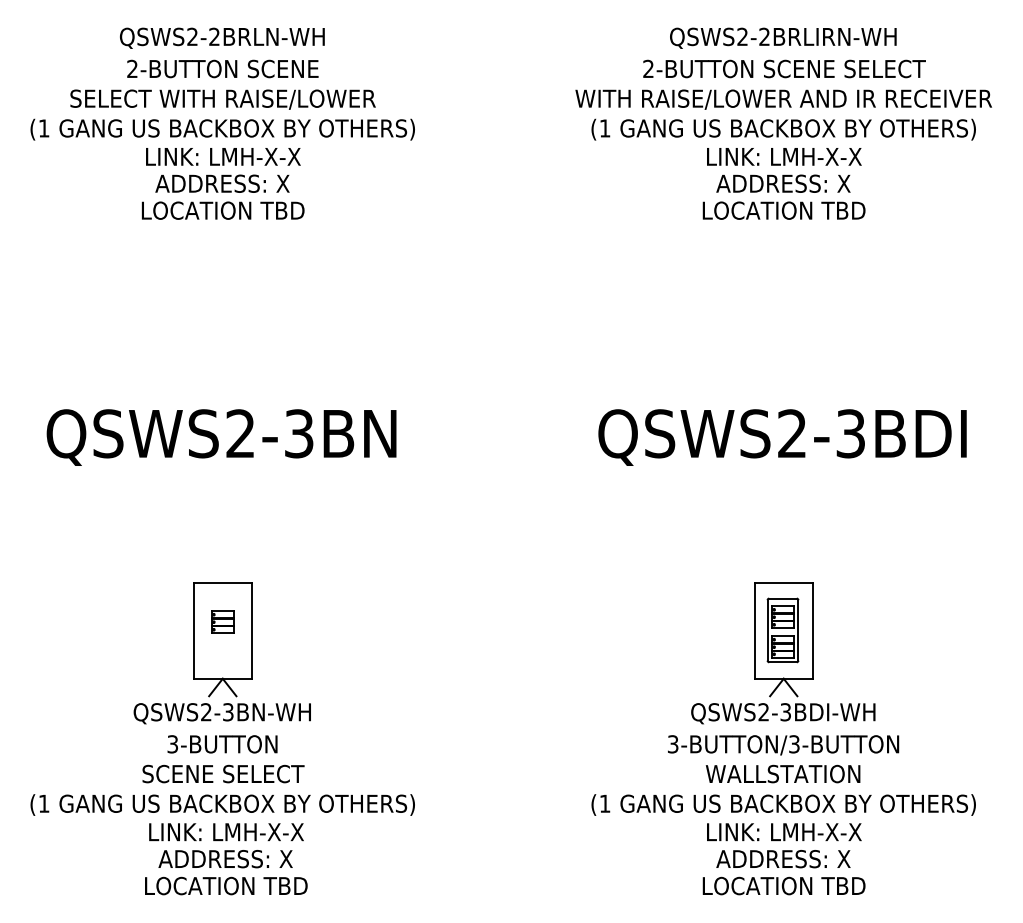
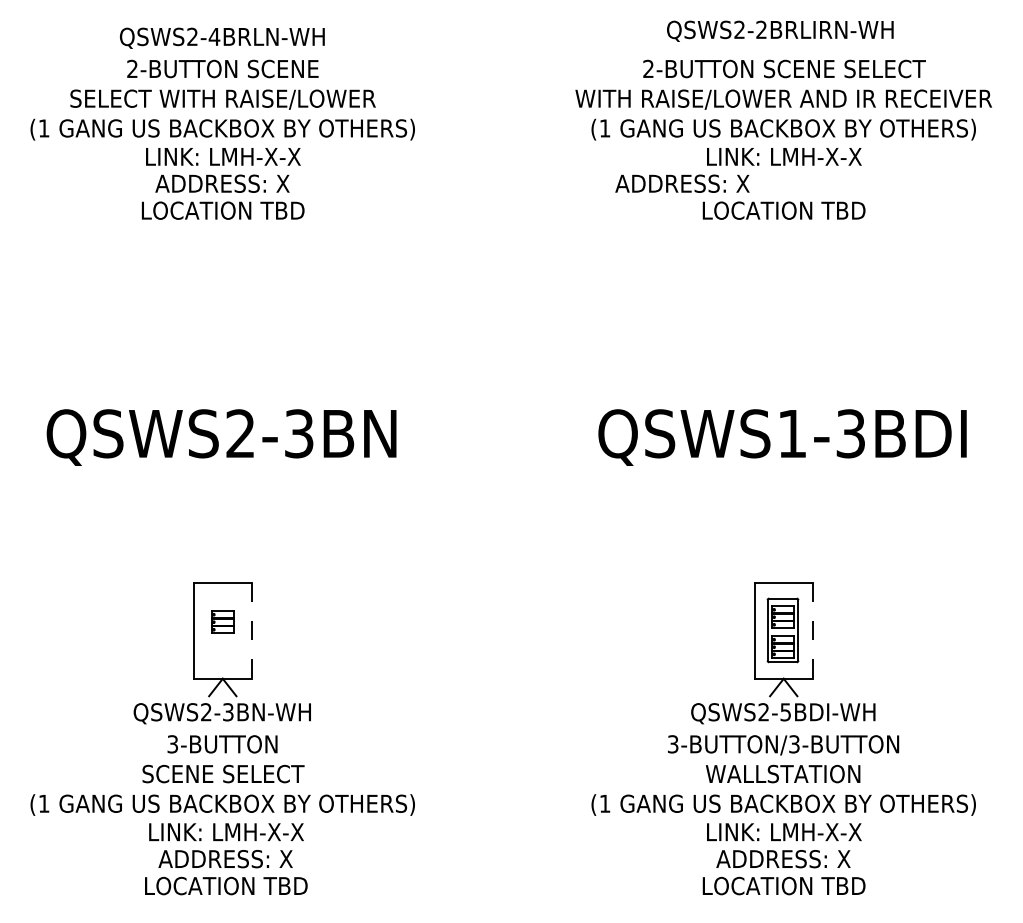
text at (214, 36): QSWS2-2BRLN-WH -> QSWS2-4BRLN-WH
text at (783, 37) position: (783, 37) -> (780, 30)
text at (783, 183) position: (783, 183) -> (682, 183)
text at (791, 433): QSWS2-3BDI -> QSWS1-3BDI
line at (251, 630): solid -> dashed
line at (812, 630): solid -> dashed
text at (785, 711): QSWS2-3BDI-WH -> QSWS2-5BDI-WH
